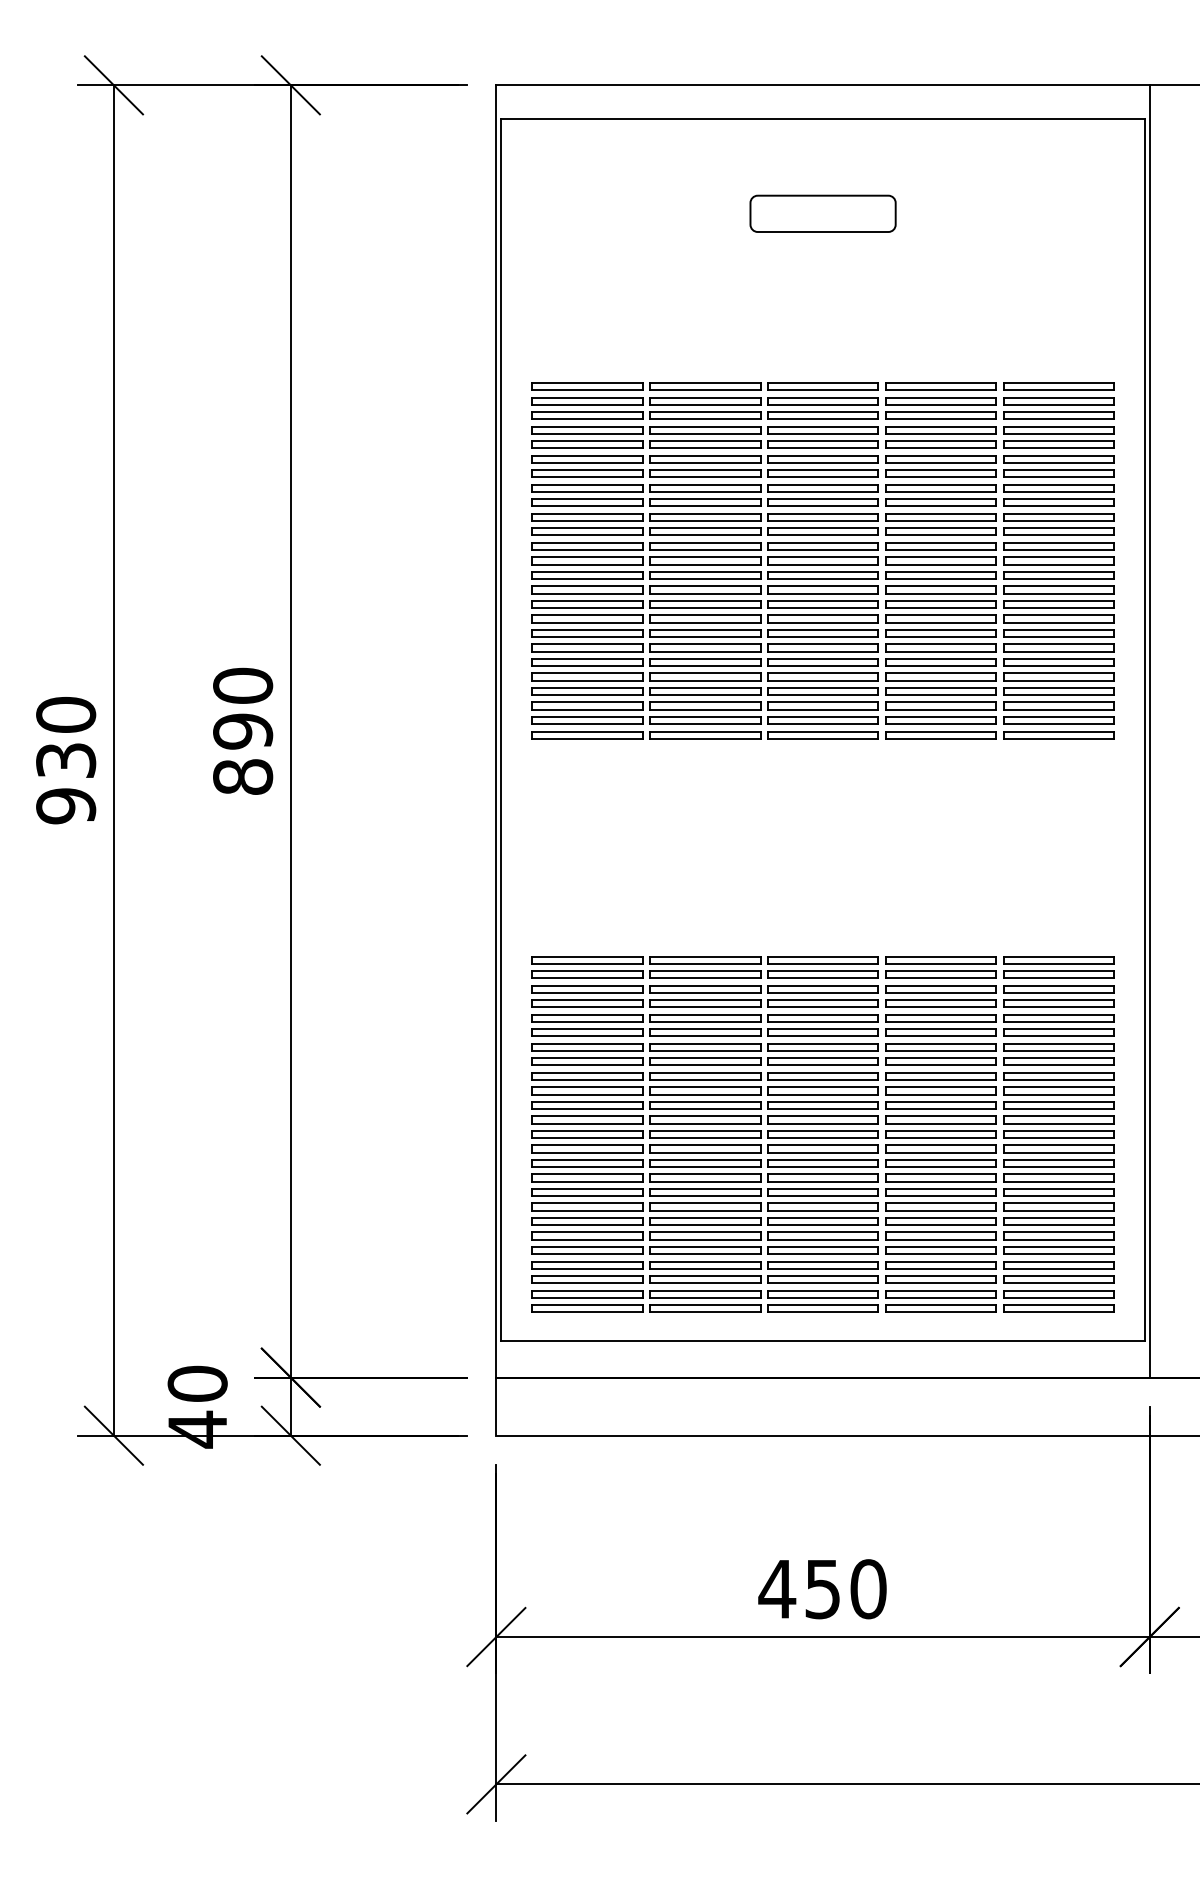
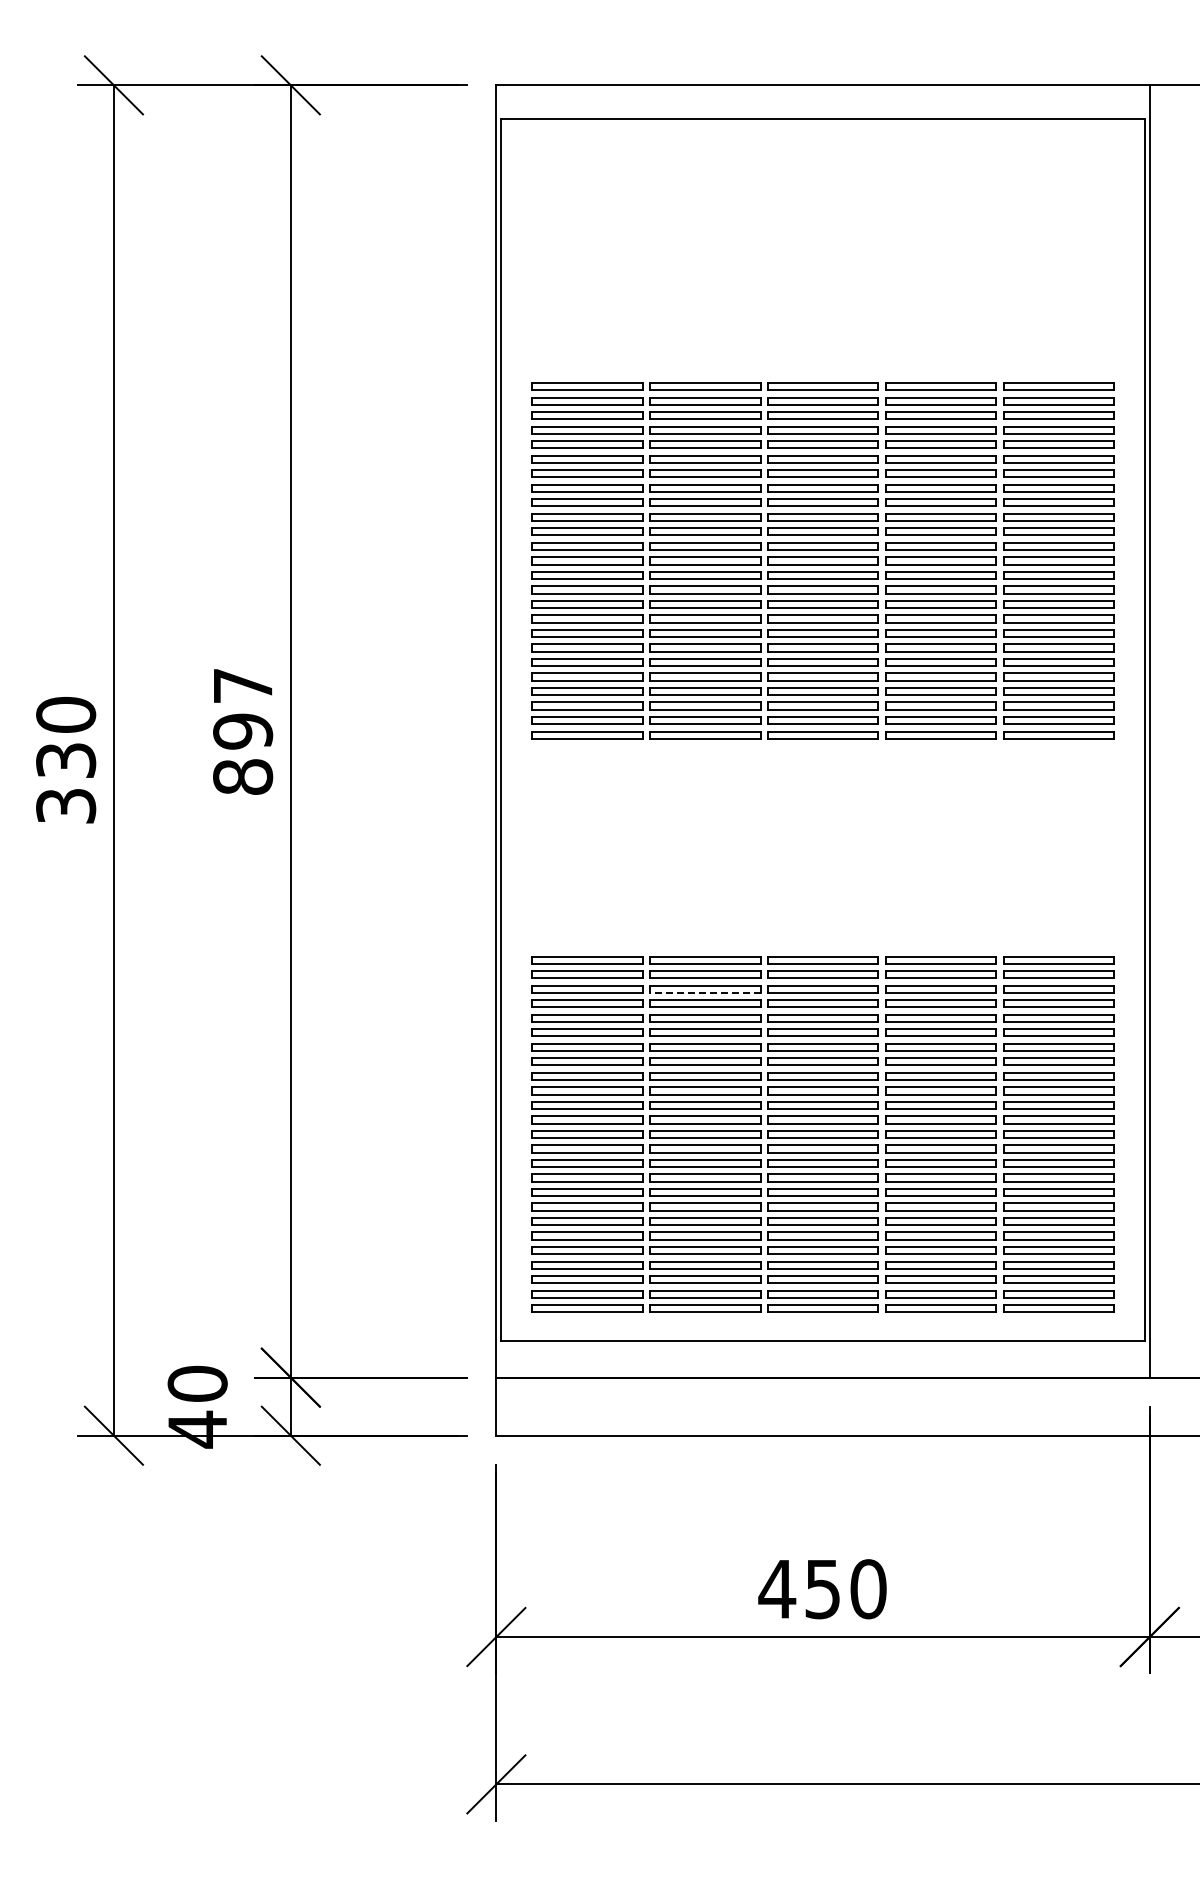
part at (822, 213): present -> none
text at (243, 685): 890 -> 897
text at (66, 806): 930 -> 330
line at (704, 992): solid -> dashed
